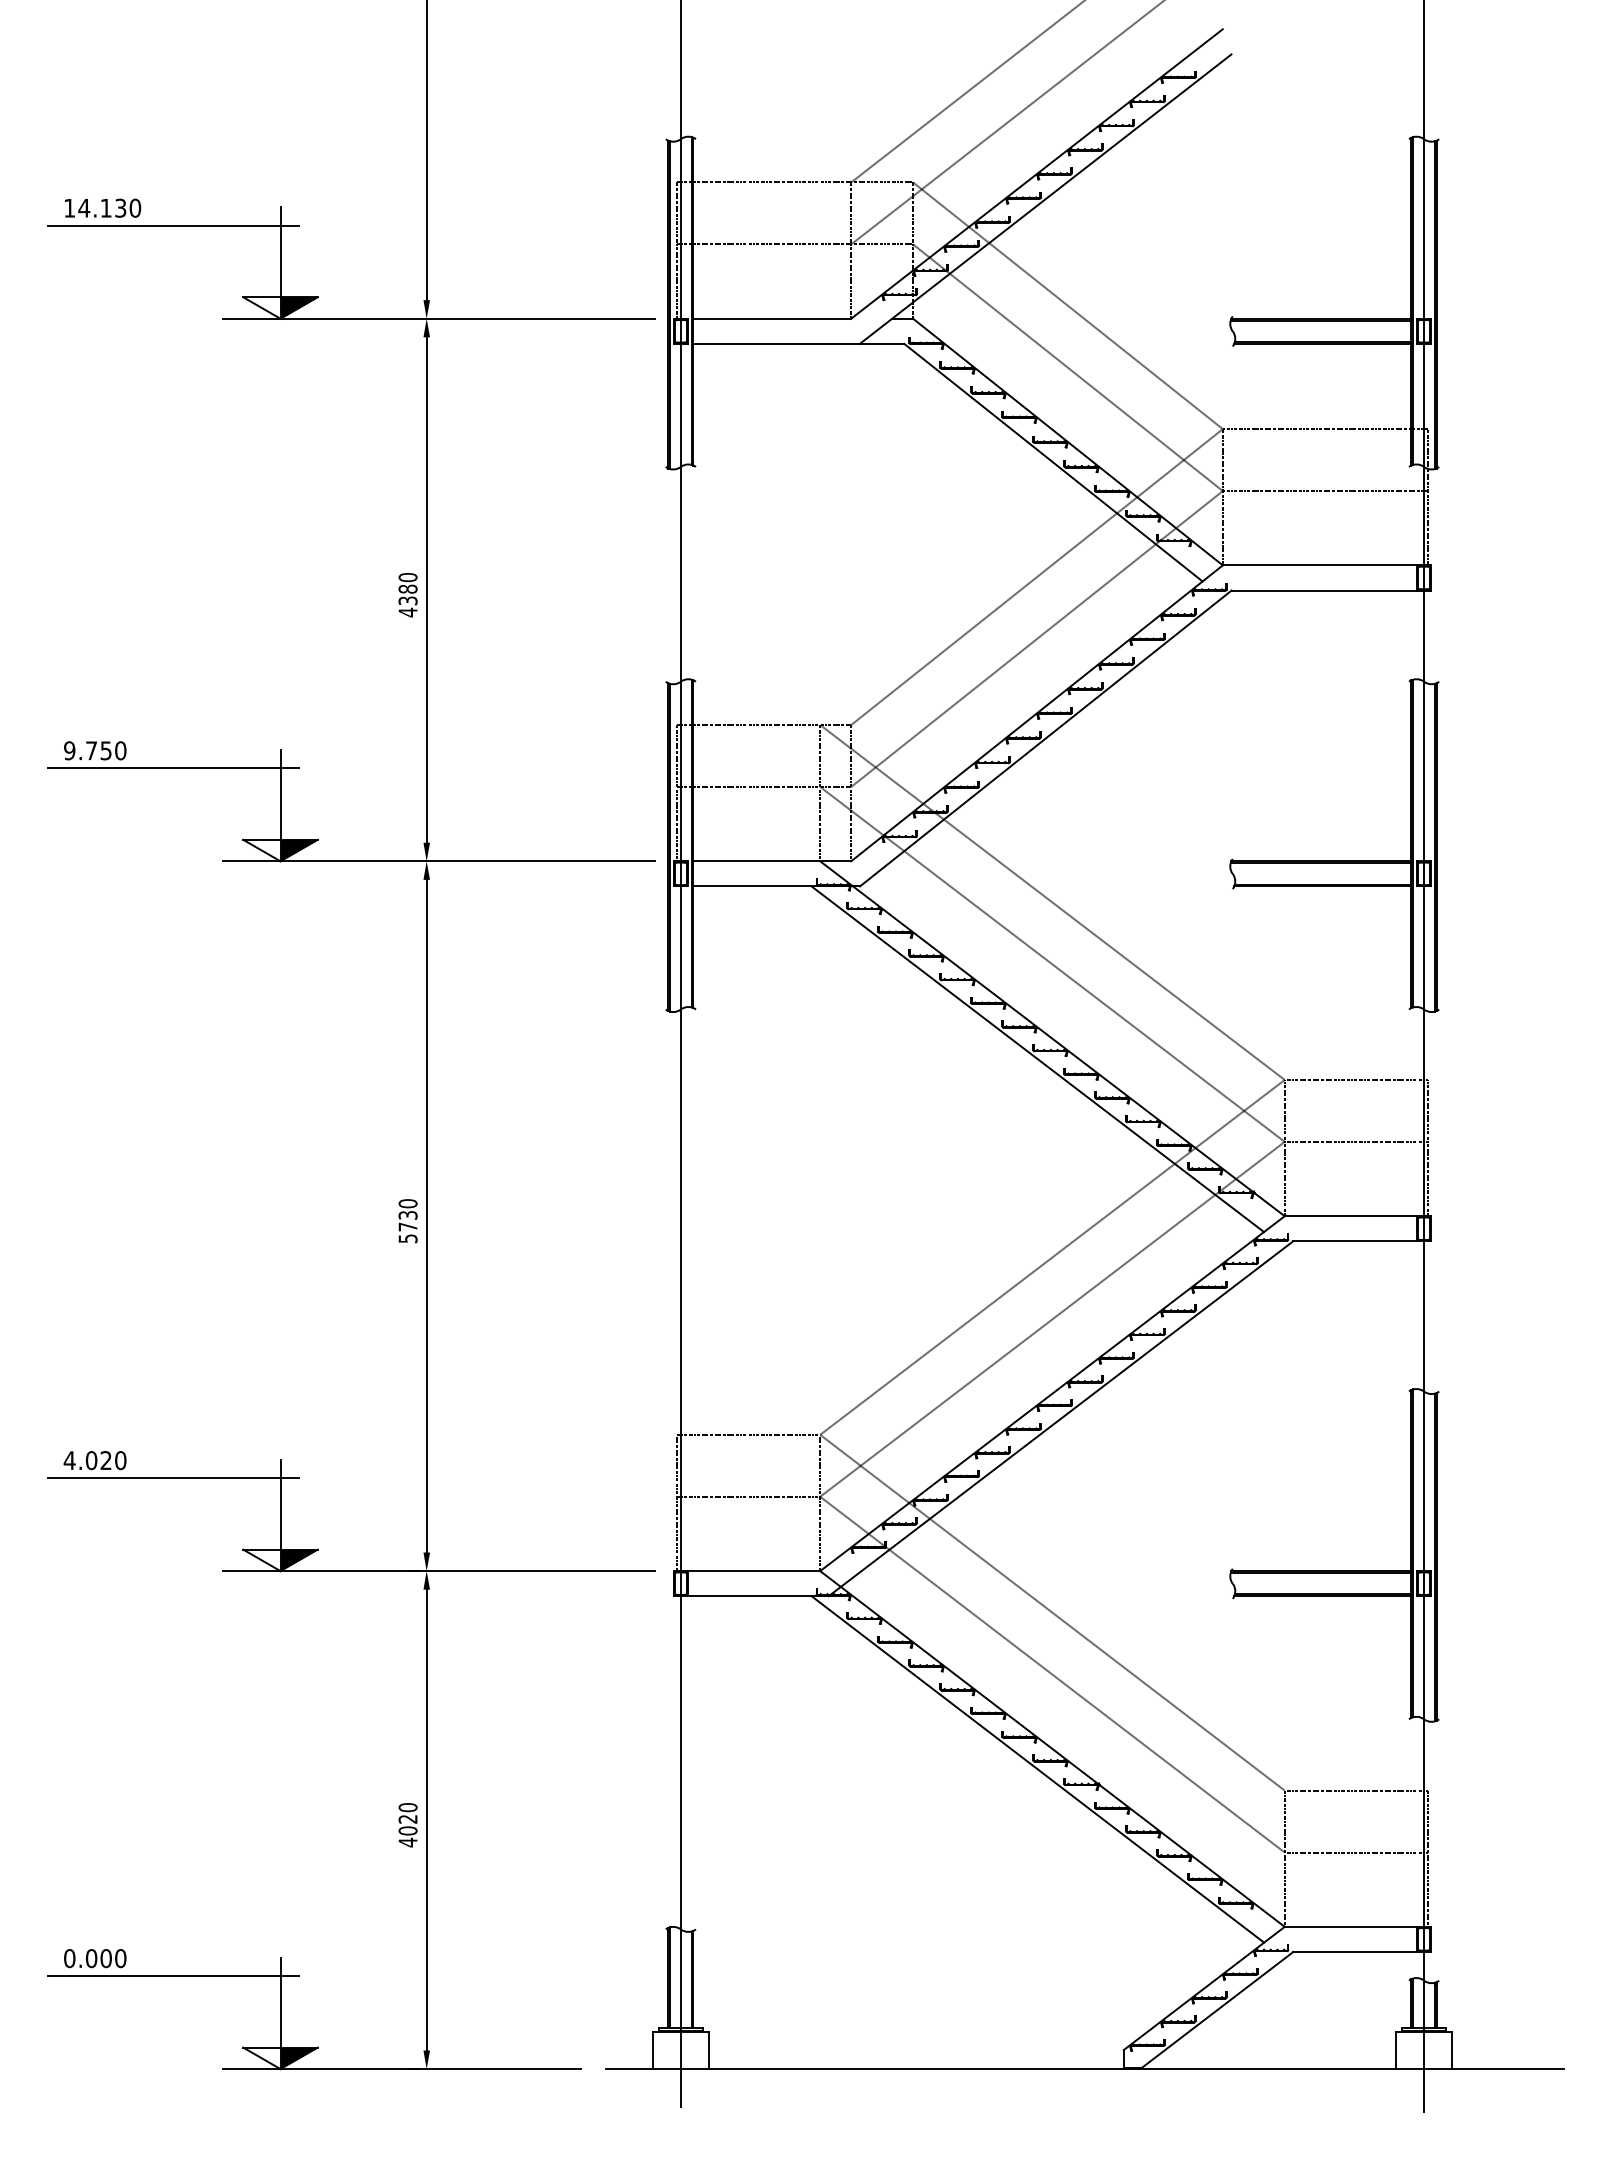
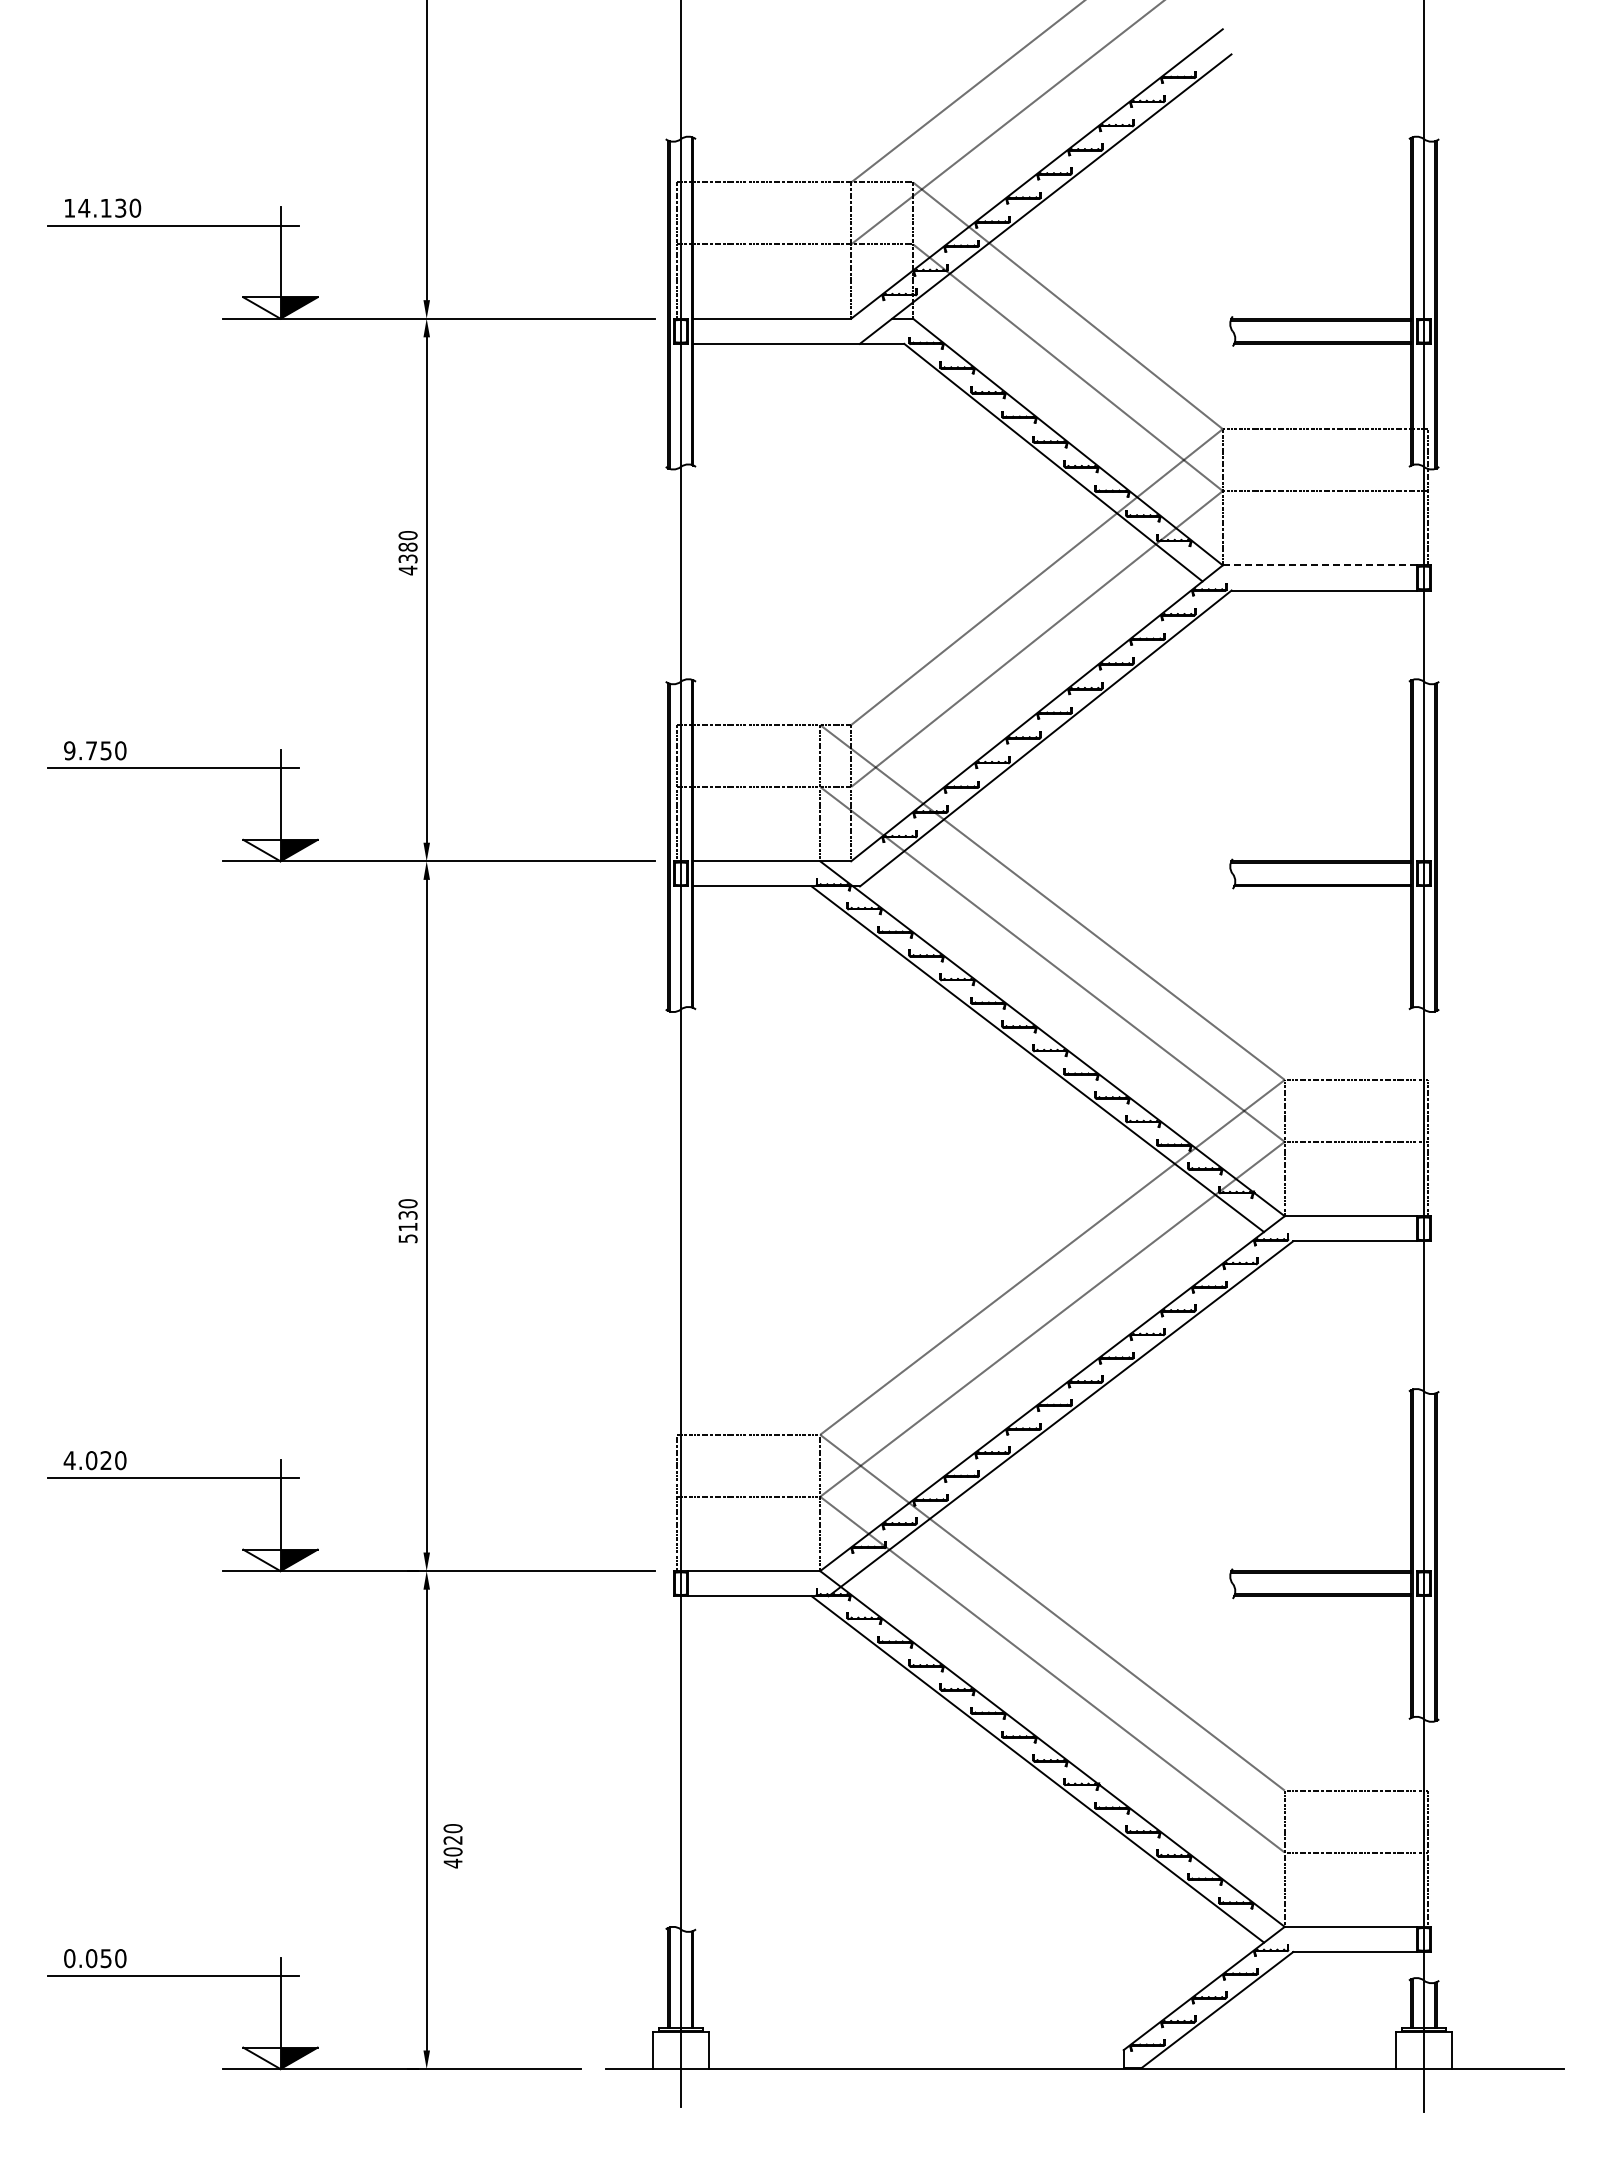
line at (1319, 565): solid -> dashed
text at (407, 595) position: (407, 595) -> (407, 553)
text at (407, 1226): 5730 -> 5130
text at (407, 1825) position: (407, 1825) -> (452, 1846)
text at (105, 1958): 0.000 -> 0.050
